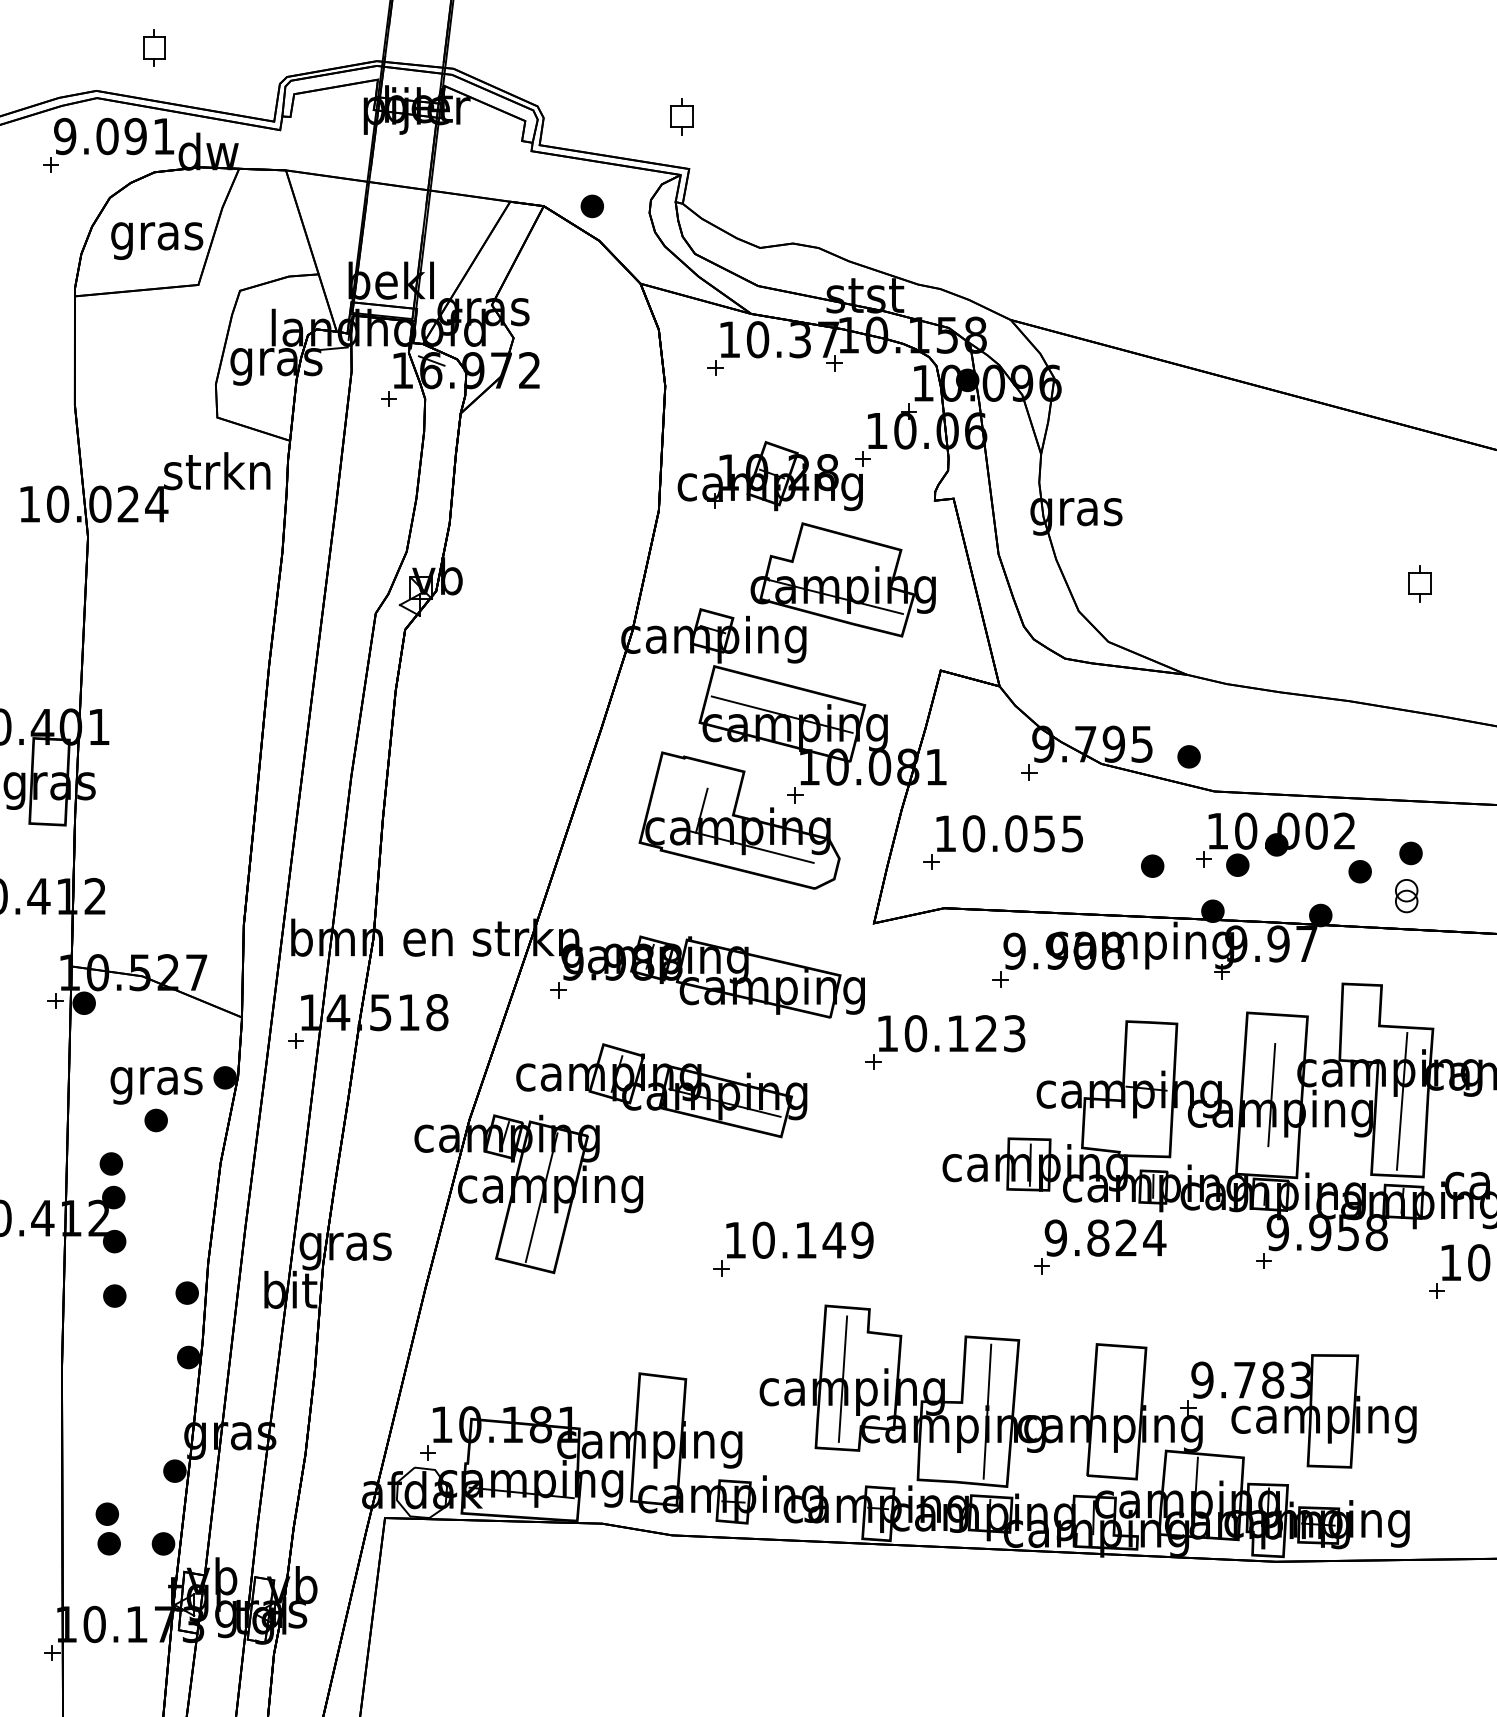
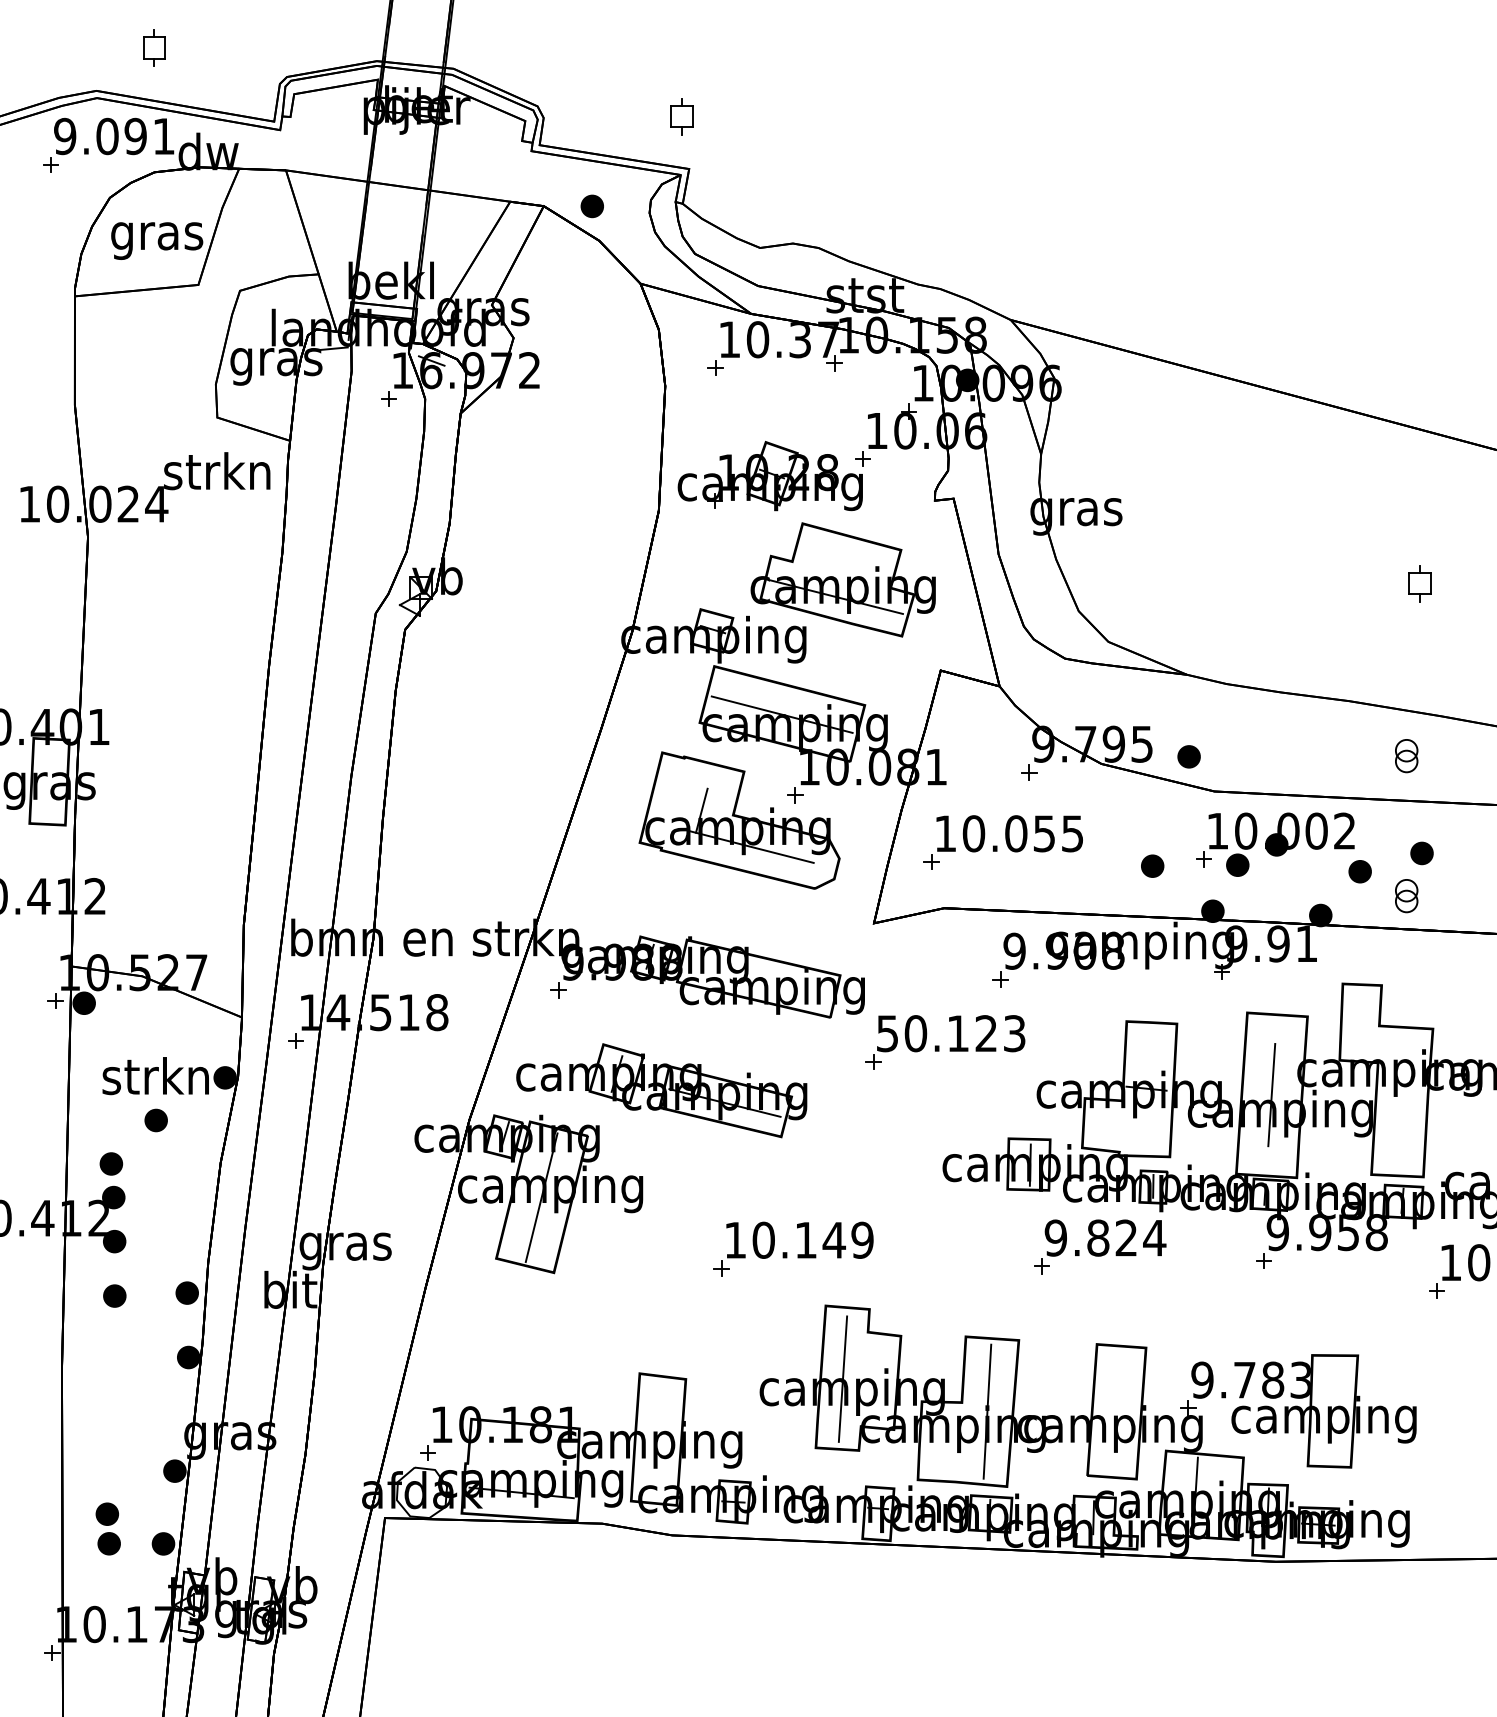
part at (1406, 756): none -> present
part at (1410, 853) position: (1410, 853) -> (1421, 853)
text at (1306, 943): 9.97 -> 9.91
text at (887, 1033): 10.123 -> 50.123
text at (155, 1080): gras -> strkn
line at (1401, 1101): present -> none
